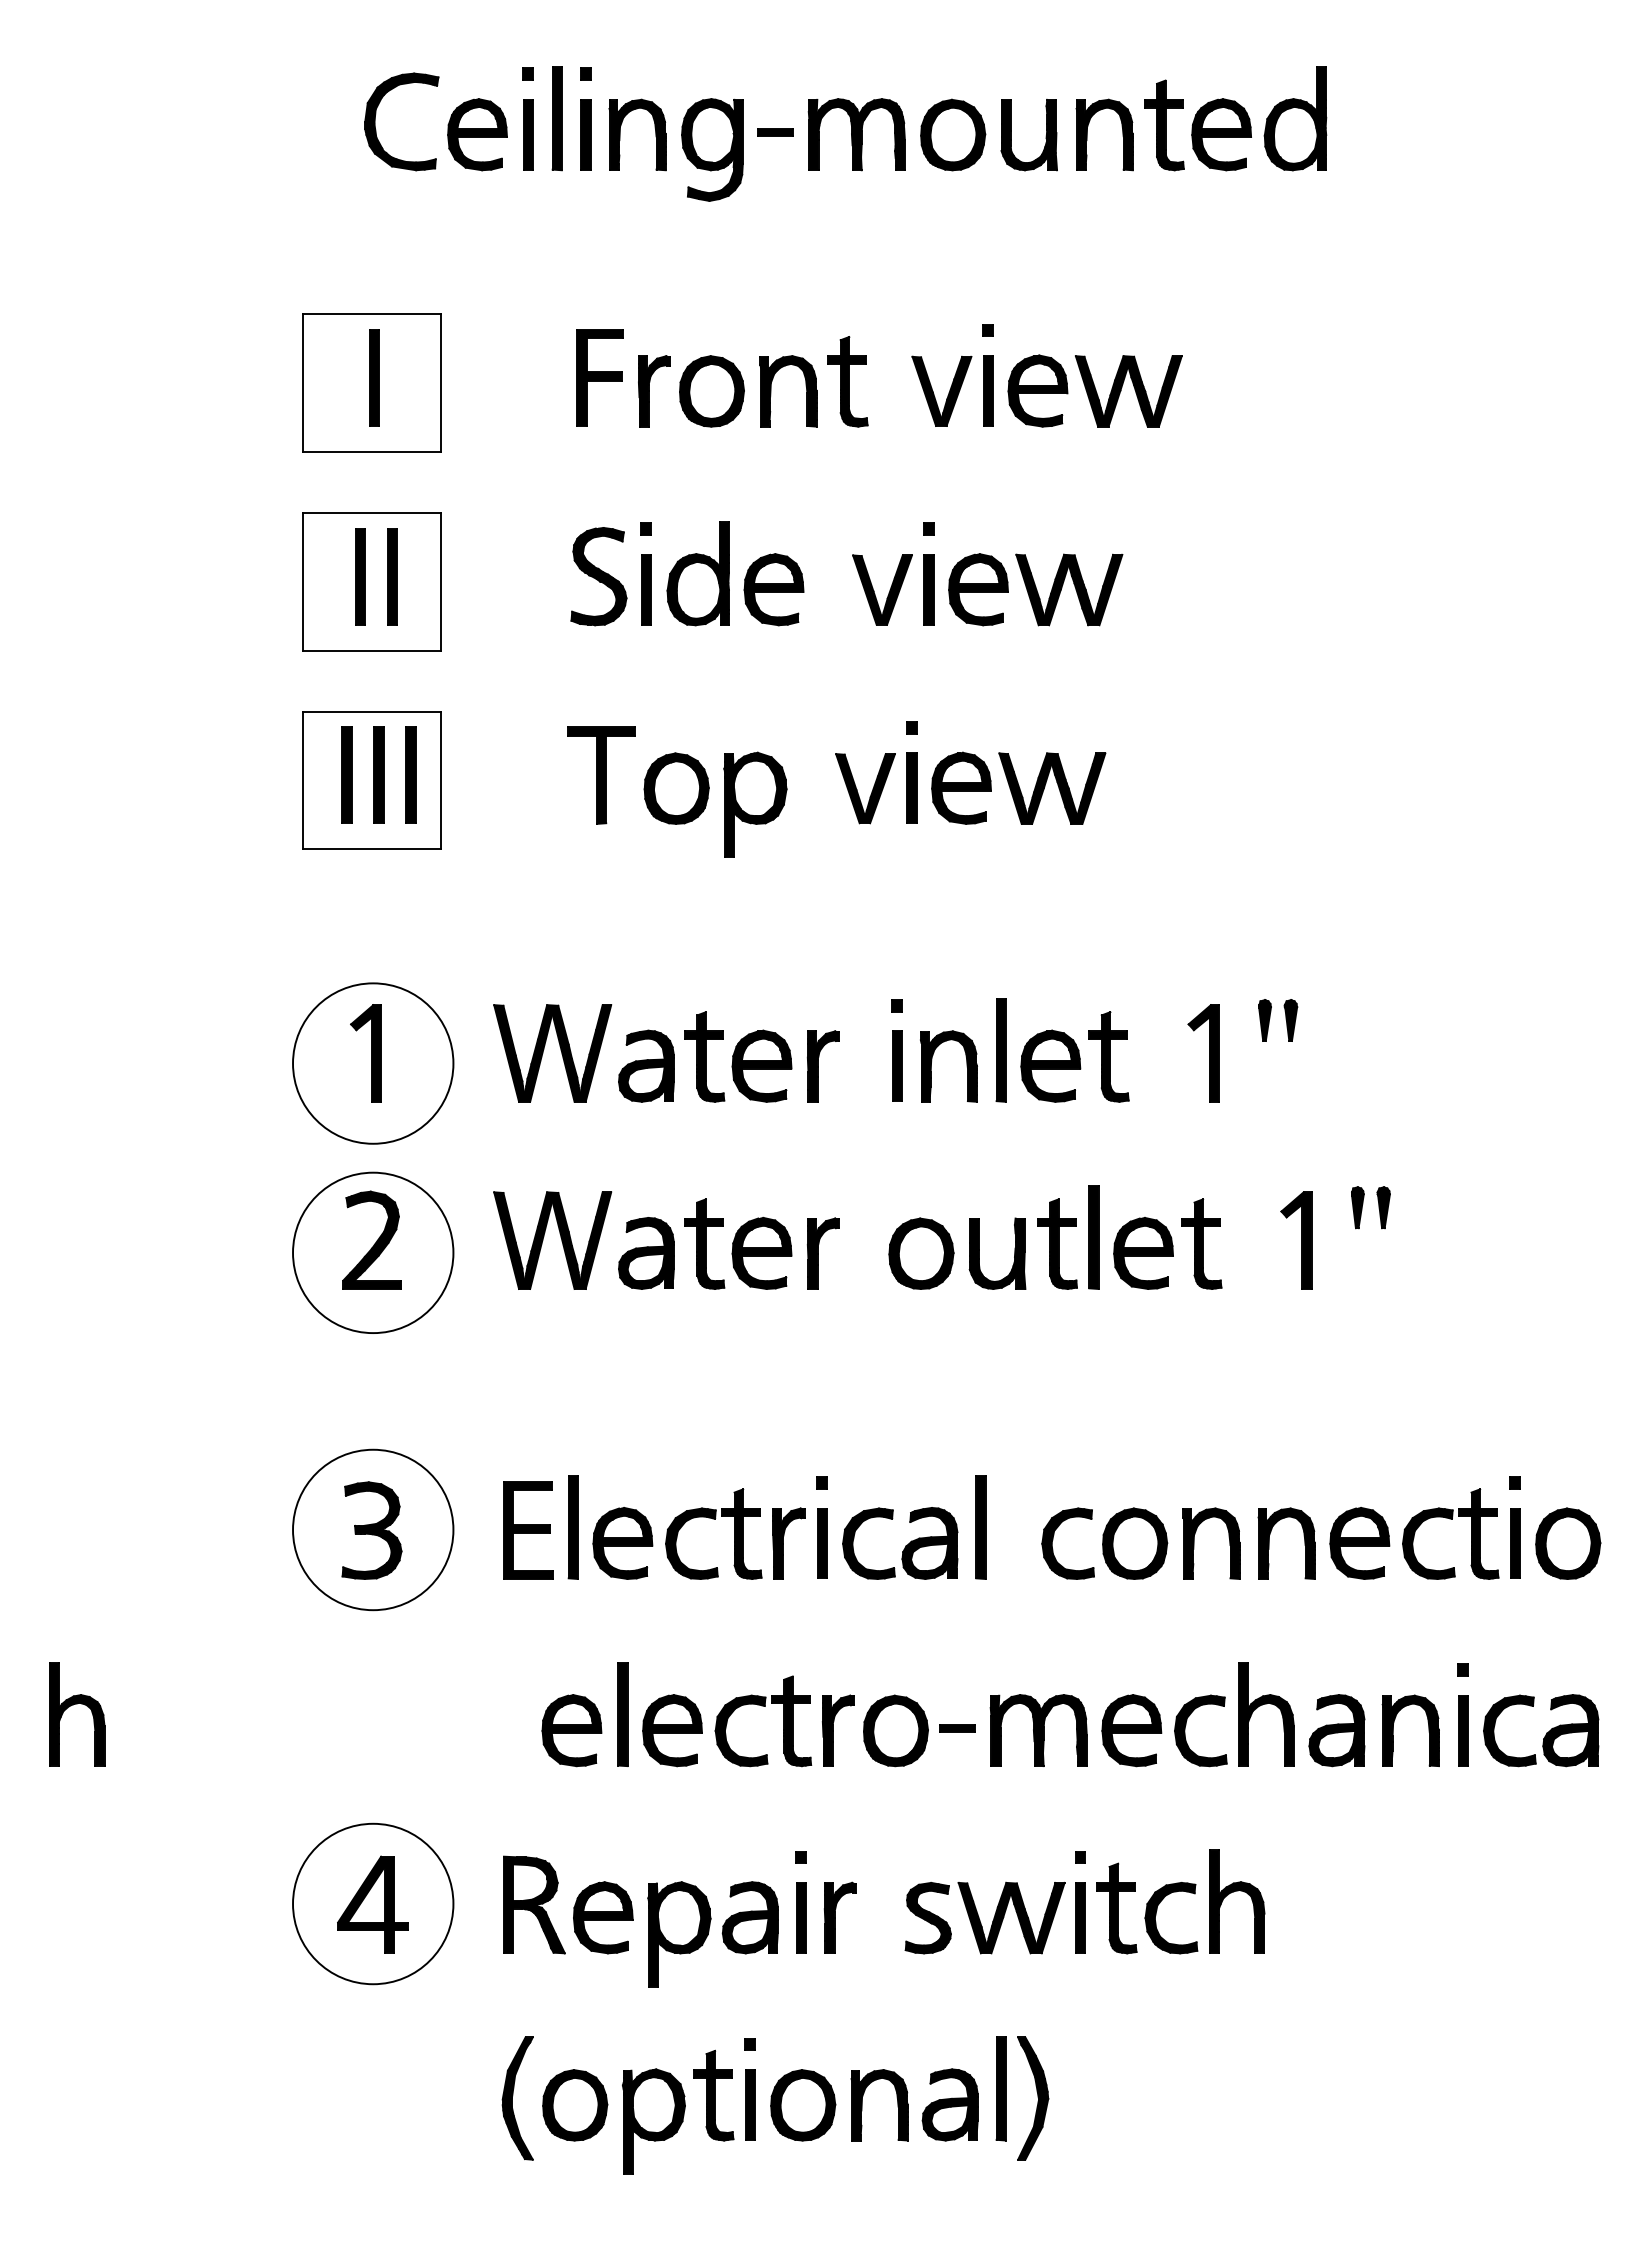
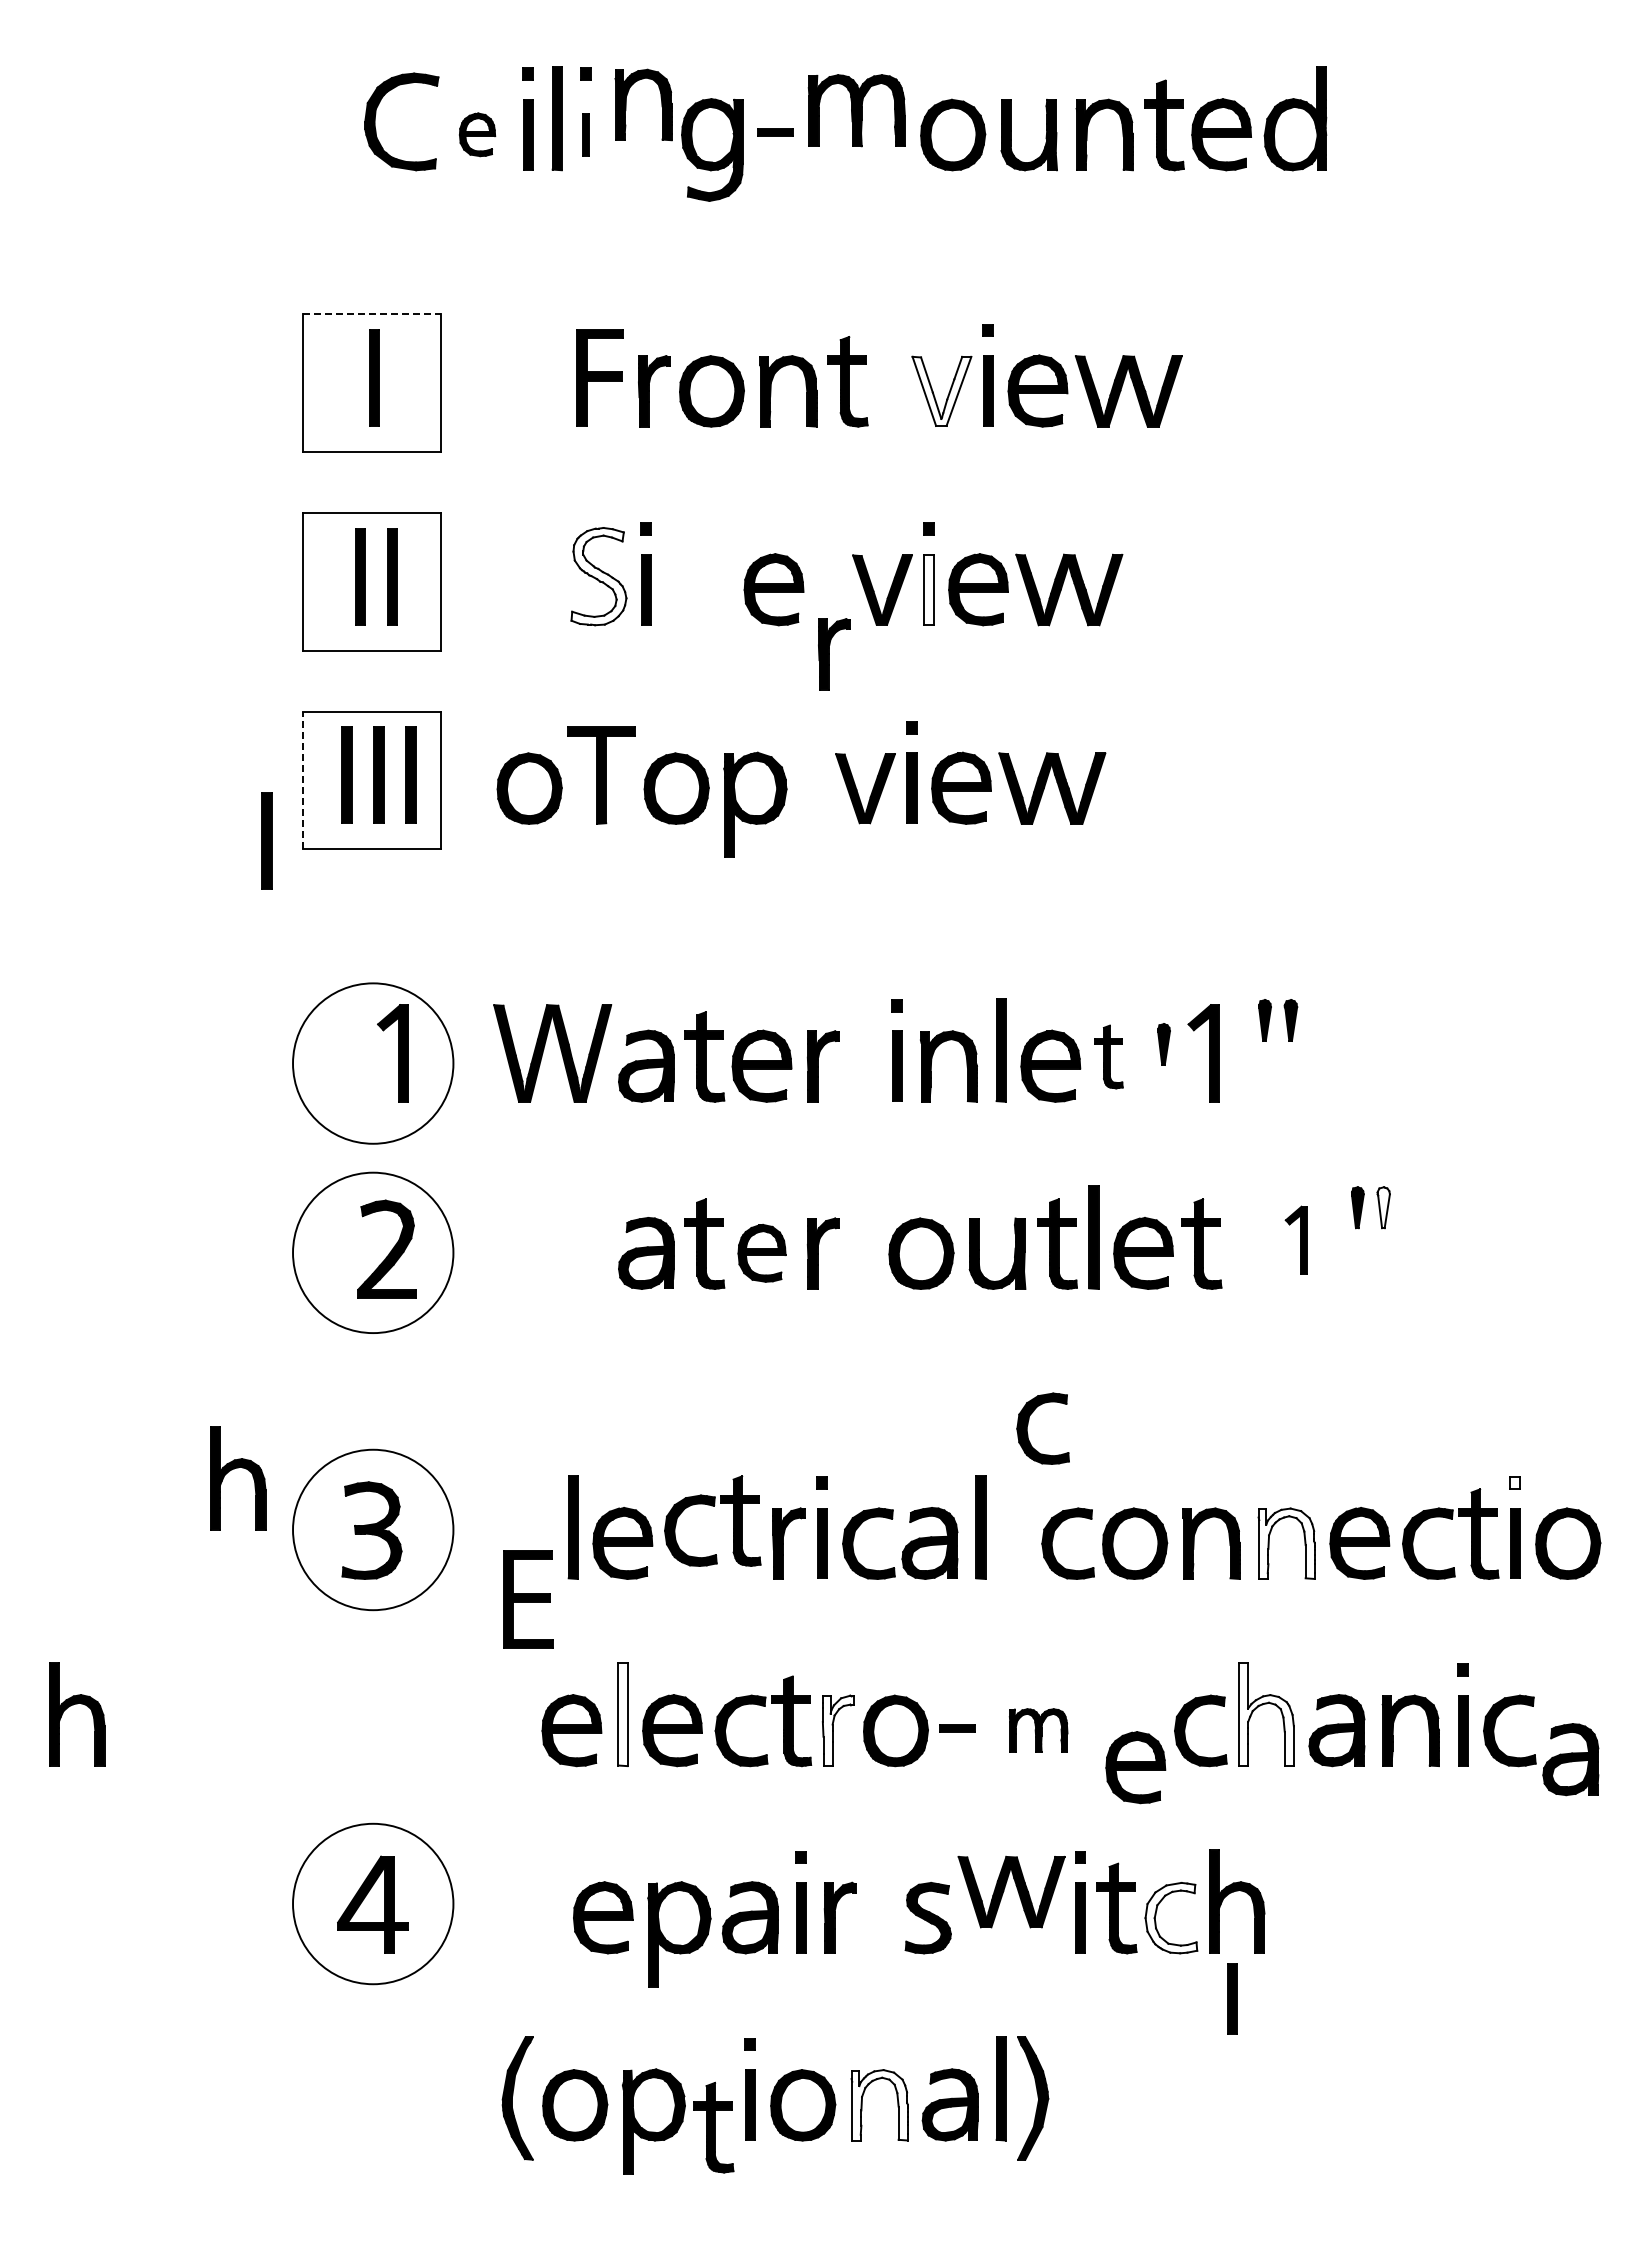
part at (477, 134) size: 61x74 px -> 38x46 px
part at (585, 134) size: 12x72 px -> 8x44 px
part at (620, 134) position: (620, 134) -> (626, 104)
part at (856, 134) position: (856, 134) -> (856, 110)
line at (371, 314): solid -> dashed
fill at (941, 390): present -> none
part at (697, 573): present -> none
fill at (598, 576): present -> none
fill at (928, 589): present -> none
part at (834, 654): none -> present
line at (303, 780): solid -> dashed
part at (529, 788): none -> present
part at (266, 840): none -> present
part at (1163, 1044): none -> present
part at (365, 1053) position: (365, 1053) -> (392, 1053)
part at (1108, 1056) size: 42x92 px -> 30x66 px
fill at (1383, 1207): present -> none
part at (560, 1237): present -> none
part at (371, 1239) position: (371, 1239) -> (386, 1248)
part at (1296, 1240) size: 33x99 px -> 24x70 px
part at (761, 1252) size: 62x74 px -> 50x59 px
part at (1028, 1425): none -> present
part at (234, 1469): none -> present
fill at (1514, 1482): present -> none
part at (713, 1519) position: (713, 1519) -> (712, 1506)
part at (528, 1530) position: (528, 1530) -> (528, 1599)
fill at (1286, 1543): present -> none
fill at (622, 1714): present -> none
fill at (1266, 1714): present -> none
fill at (838, 1730): present -> none
part at (1038, 1730) size: 99x73 px -> 61x45 px
part at (1131, 1730) position: (1131, 1730) -> (1135, 1767)
part at (1570, 1730) position: (1570, 1730) -> (1570, 1759)
part at (534, 1904): present -> none
part at (1011, 1917) position: (1011, 1917) -> (1011, 1891)
fill at (1171, 1917): present -> none
part at (1232, 1998): none -> present
part at (713, 2095) position: (713, 2095) -> (713, 2127)
fill at (879, 2105): present -> none
